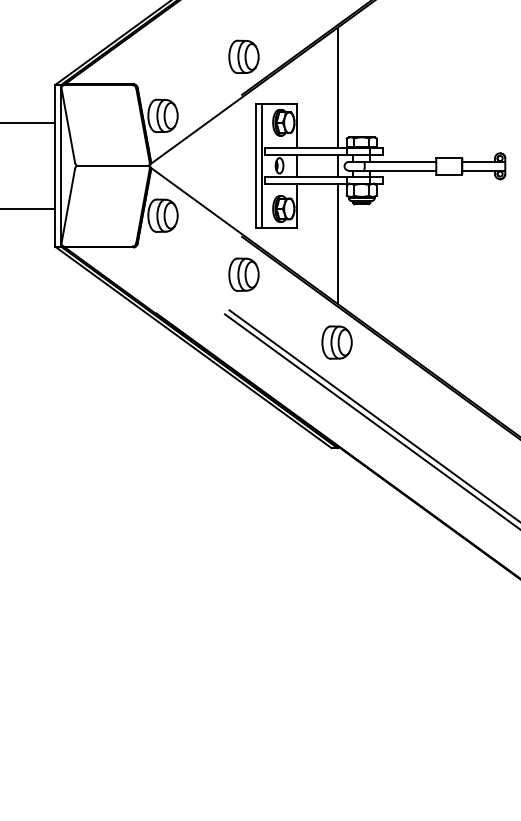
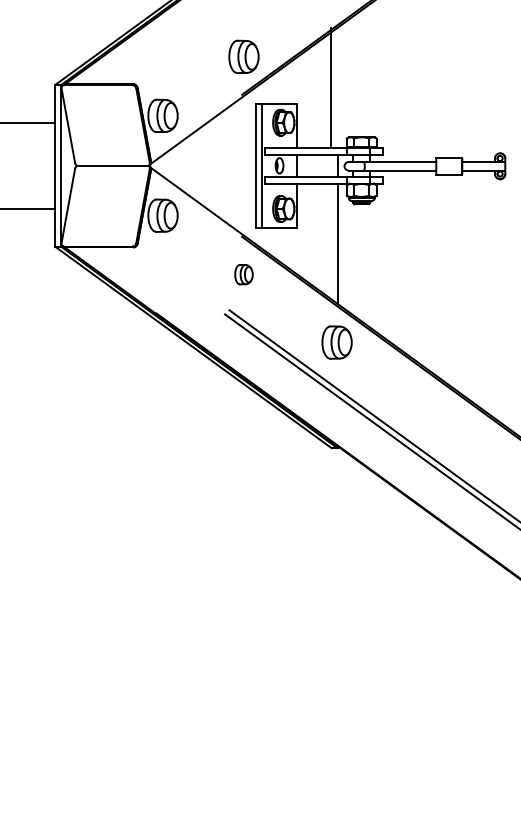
line at (337, 87) position: (337, 87) -> (330, 87)
part at (243, 274) size: 32x35 px -> 20x22 px
